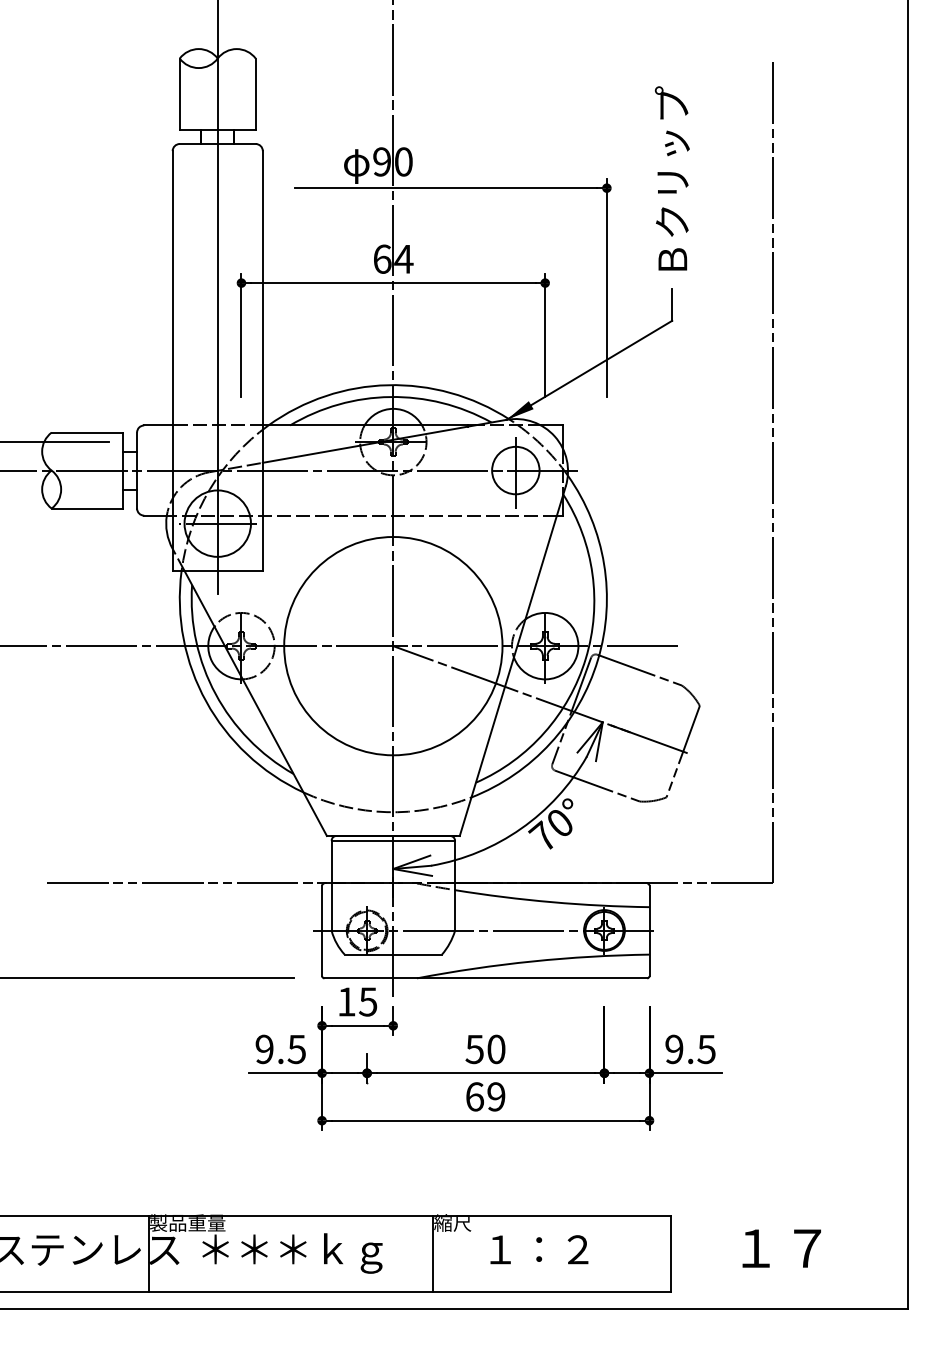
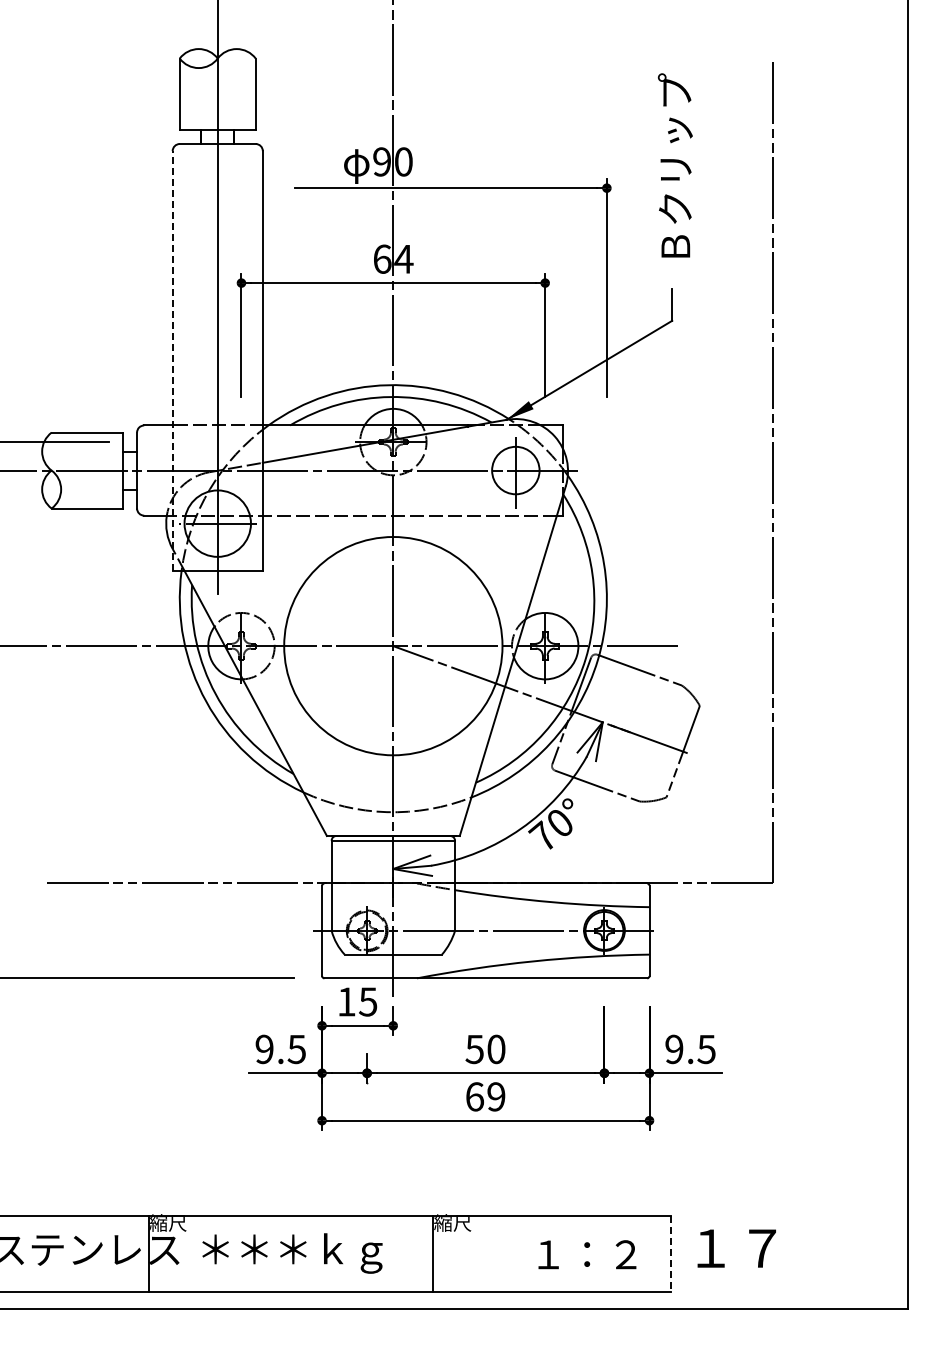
text at (671, 178) position: (671, 178) -> (674, 165)
line at (172, 361): solid -> dashed
text at (187, 1222): 製品重量 -> 縮尺
text at (781, 1248) position: (781, 1248) -> (736, 1248)
text at (539, 1249) position: (539, 1249) -> (587, 1254)
line at (670, 1253): solid -> dashed
